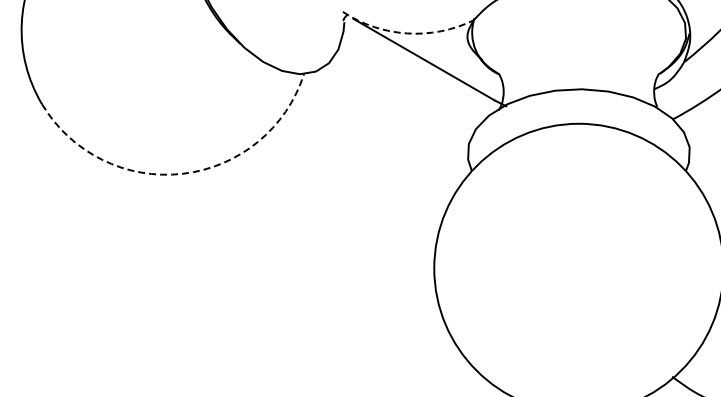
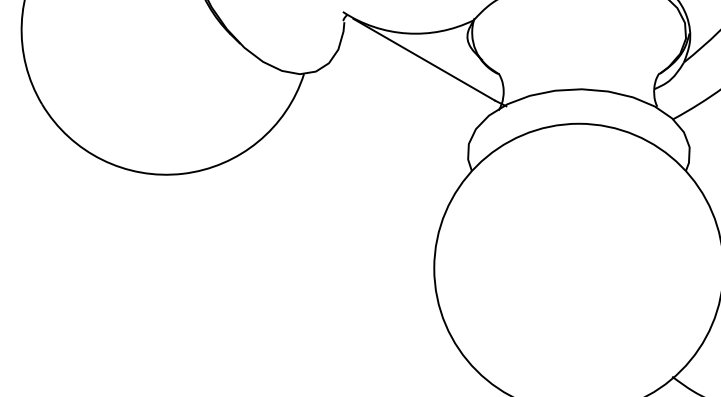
arc at (407, 33): dashed -> solid
arc at (182, 173): dashed -> solid
